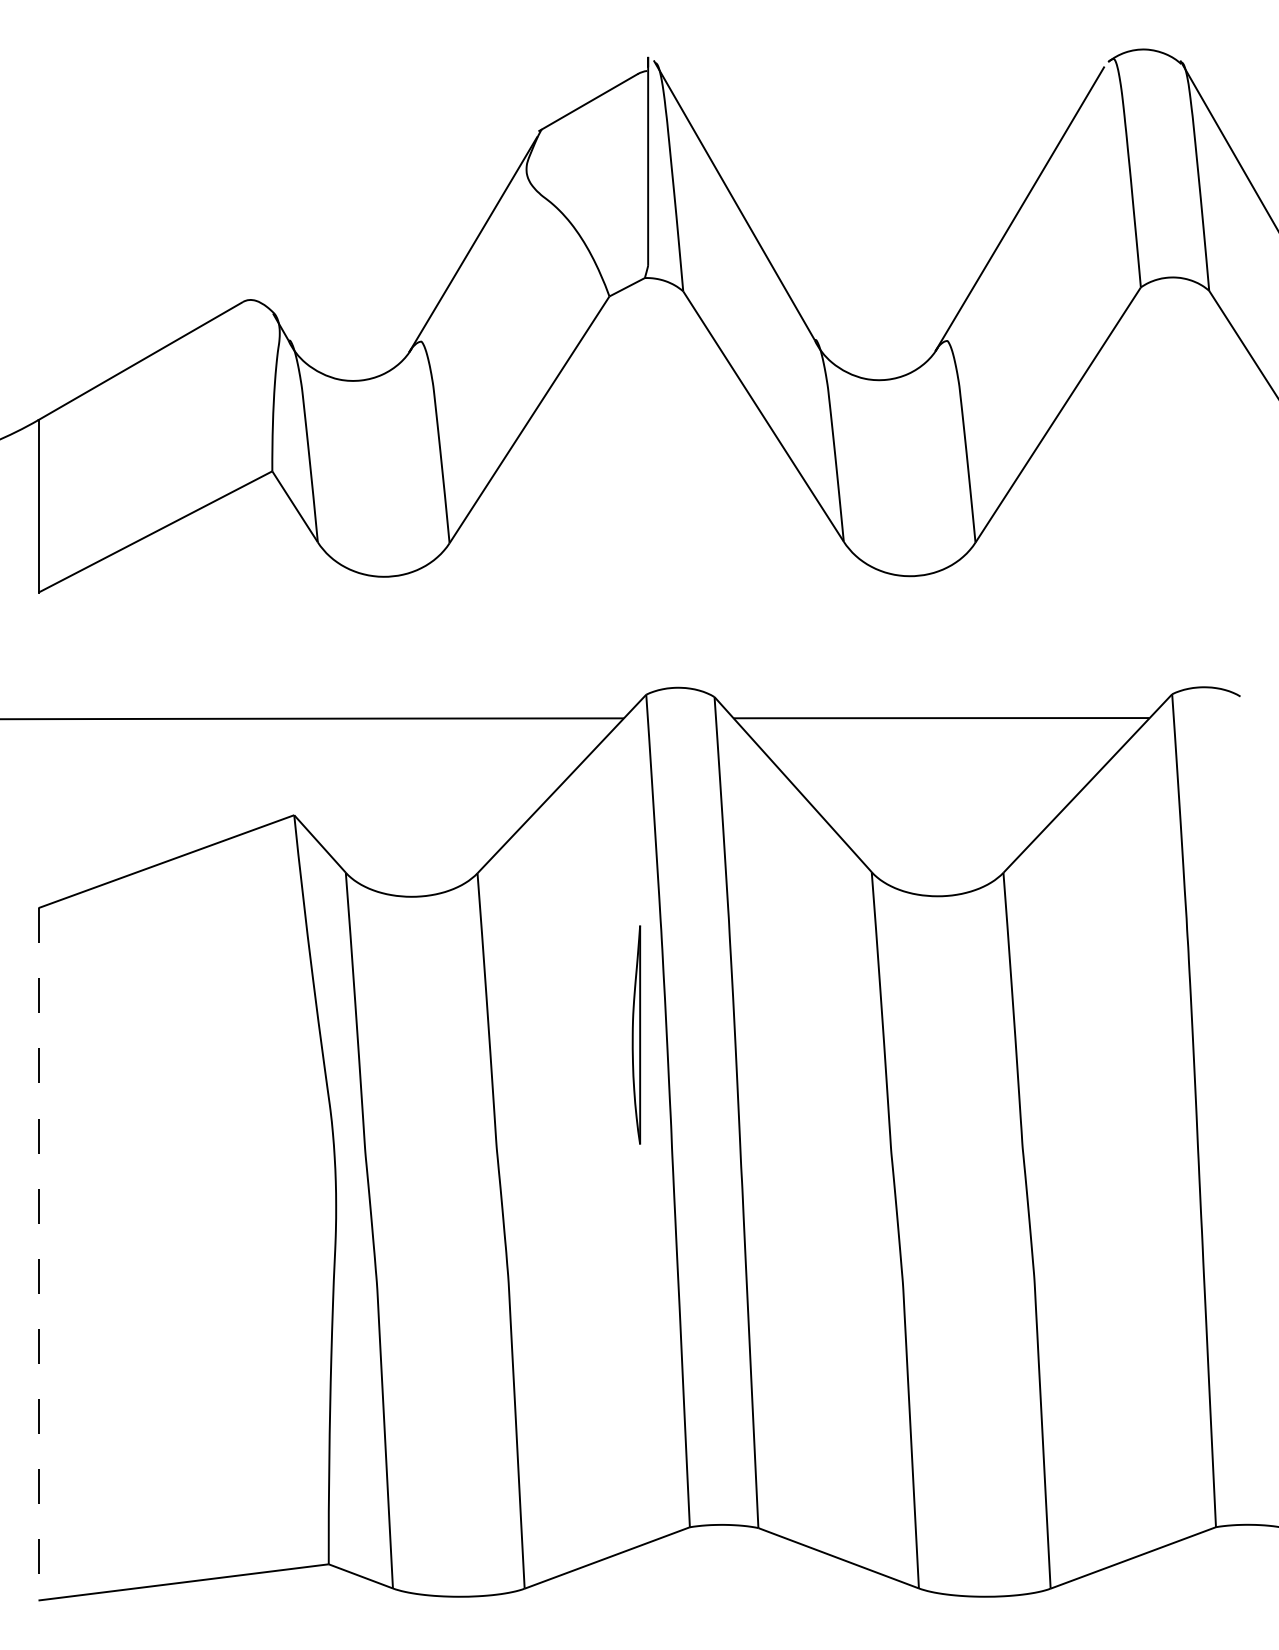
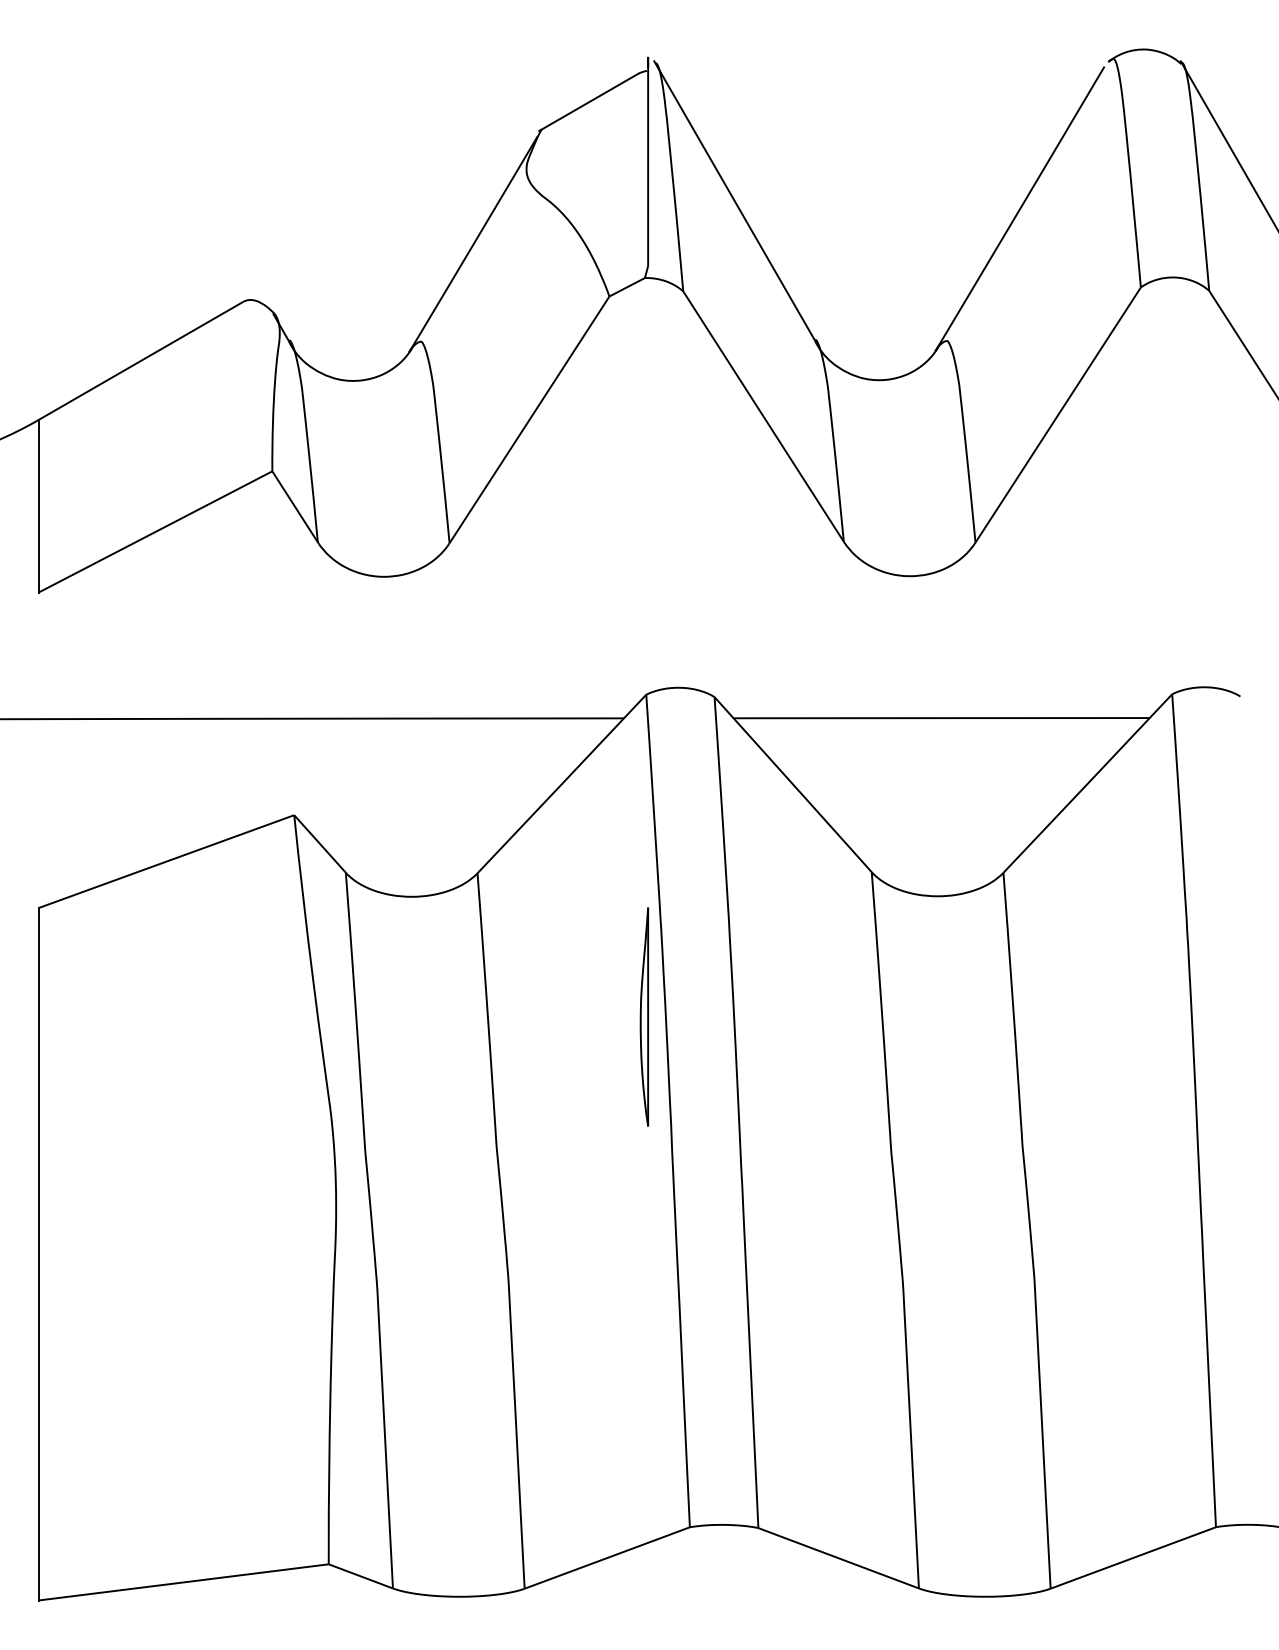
part at (636, 1034) position: (636, 1034) -> (644, 1016)
line at (38, 1254): dashed -> solid
